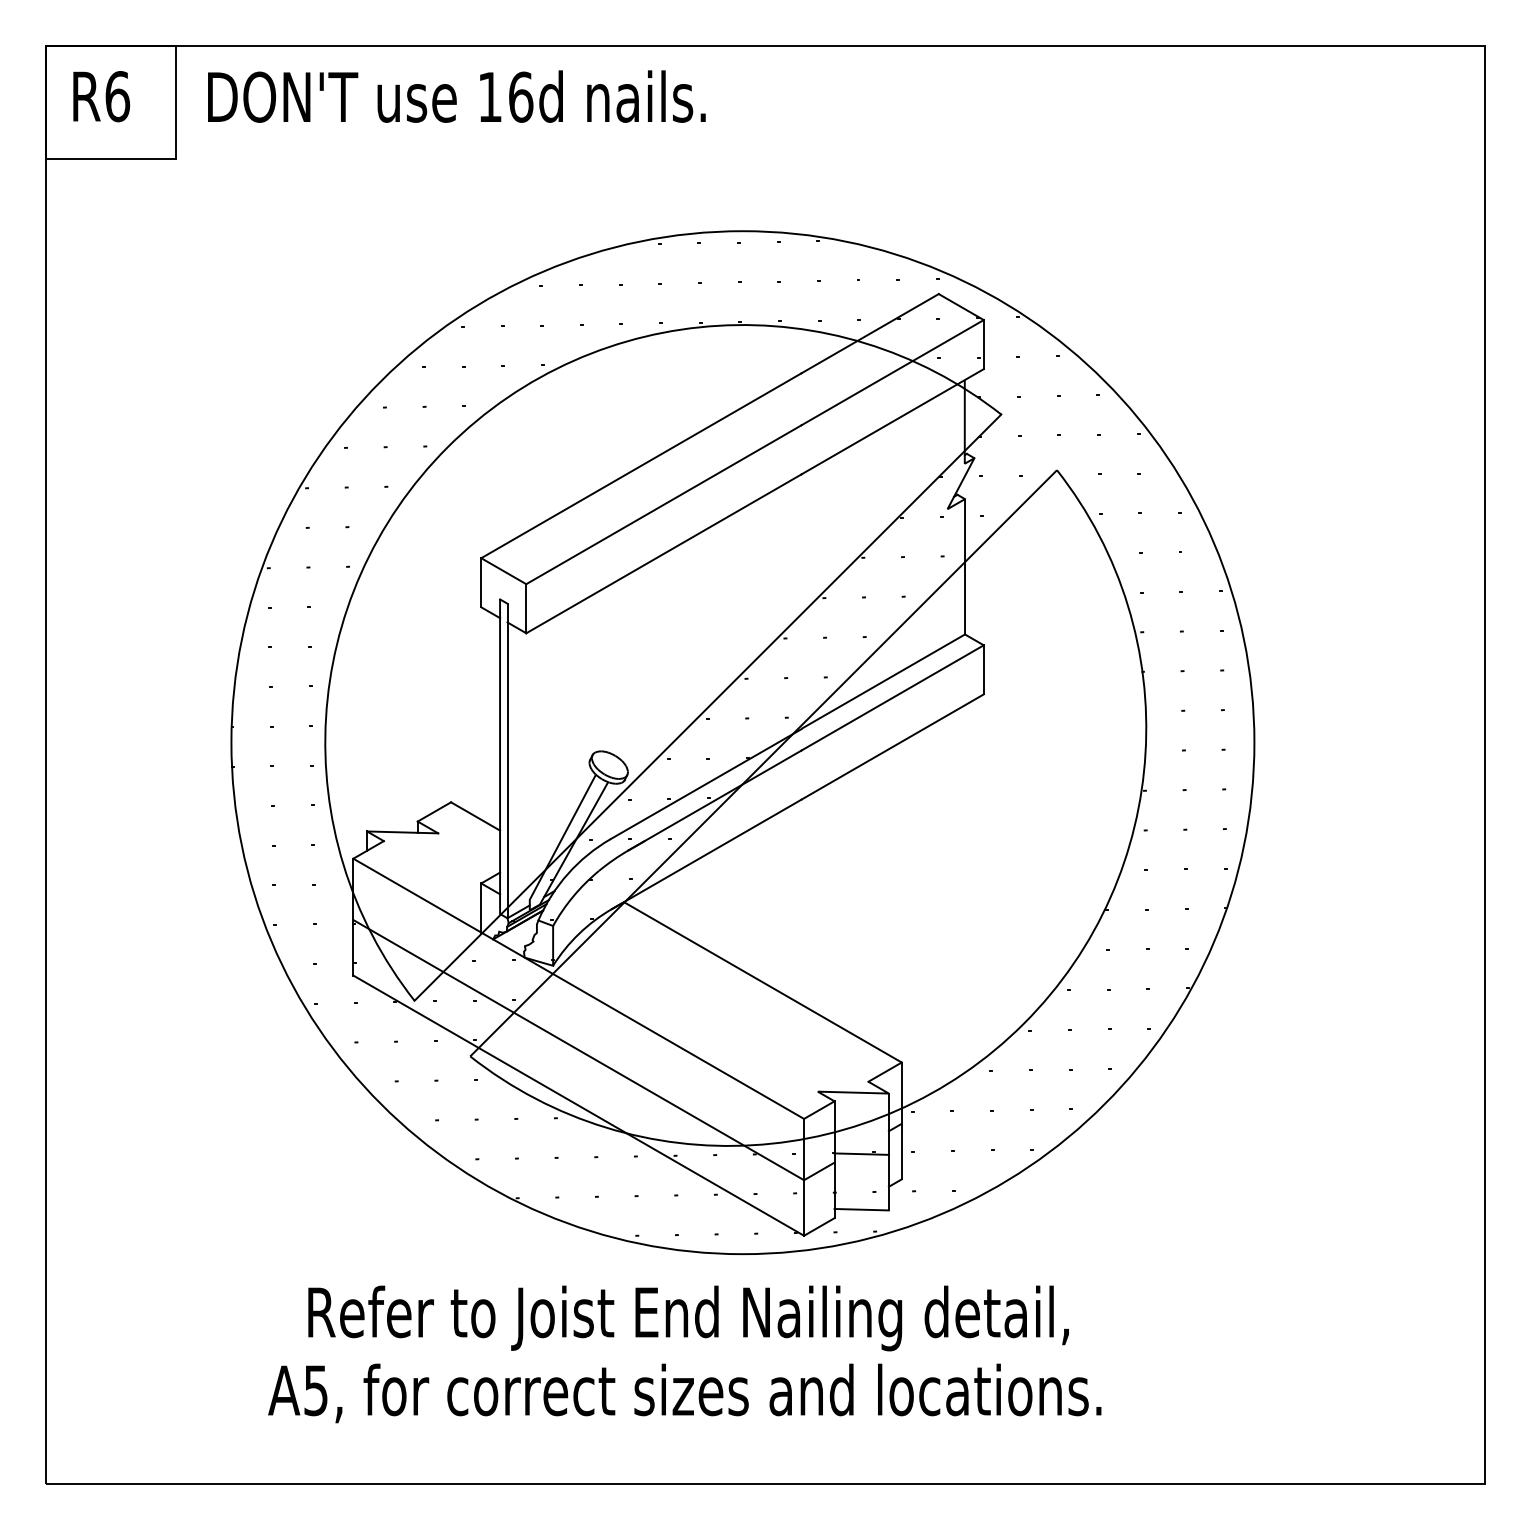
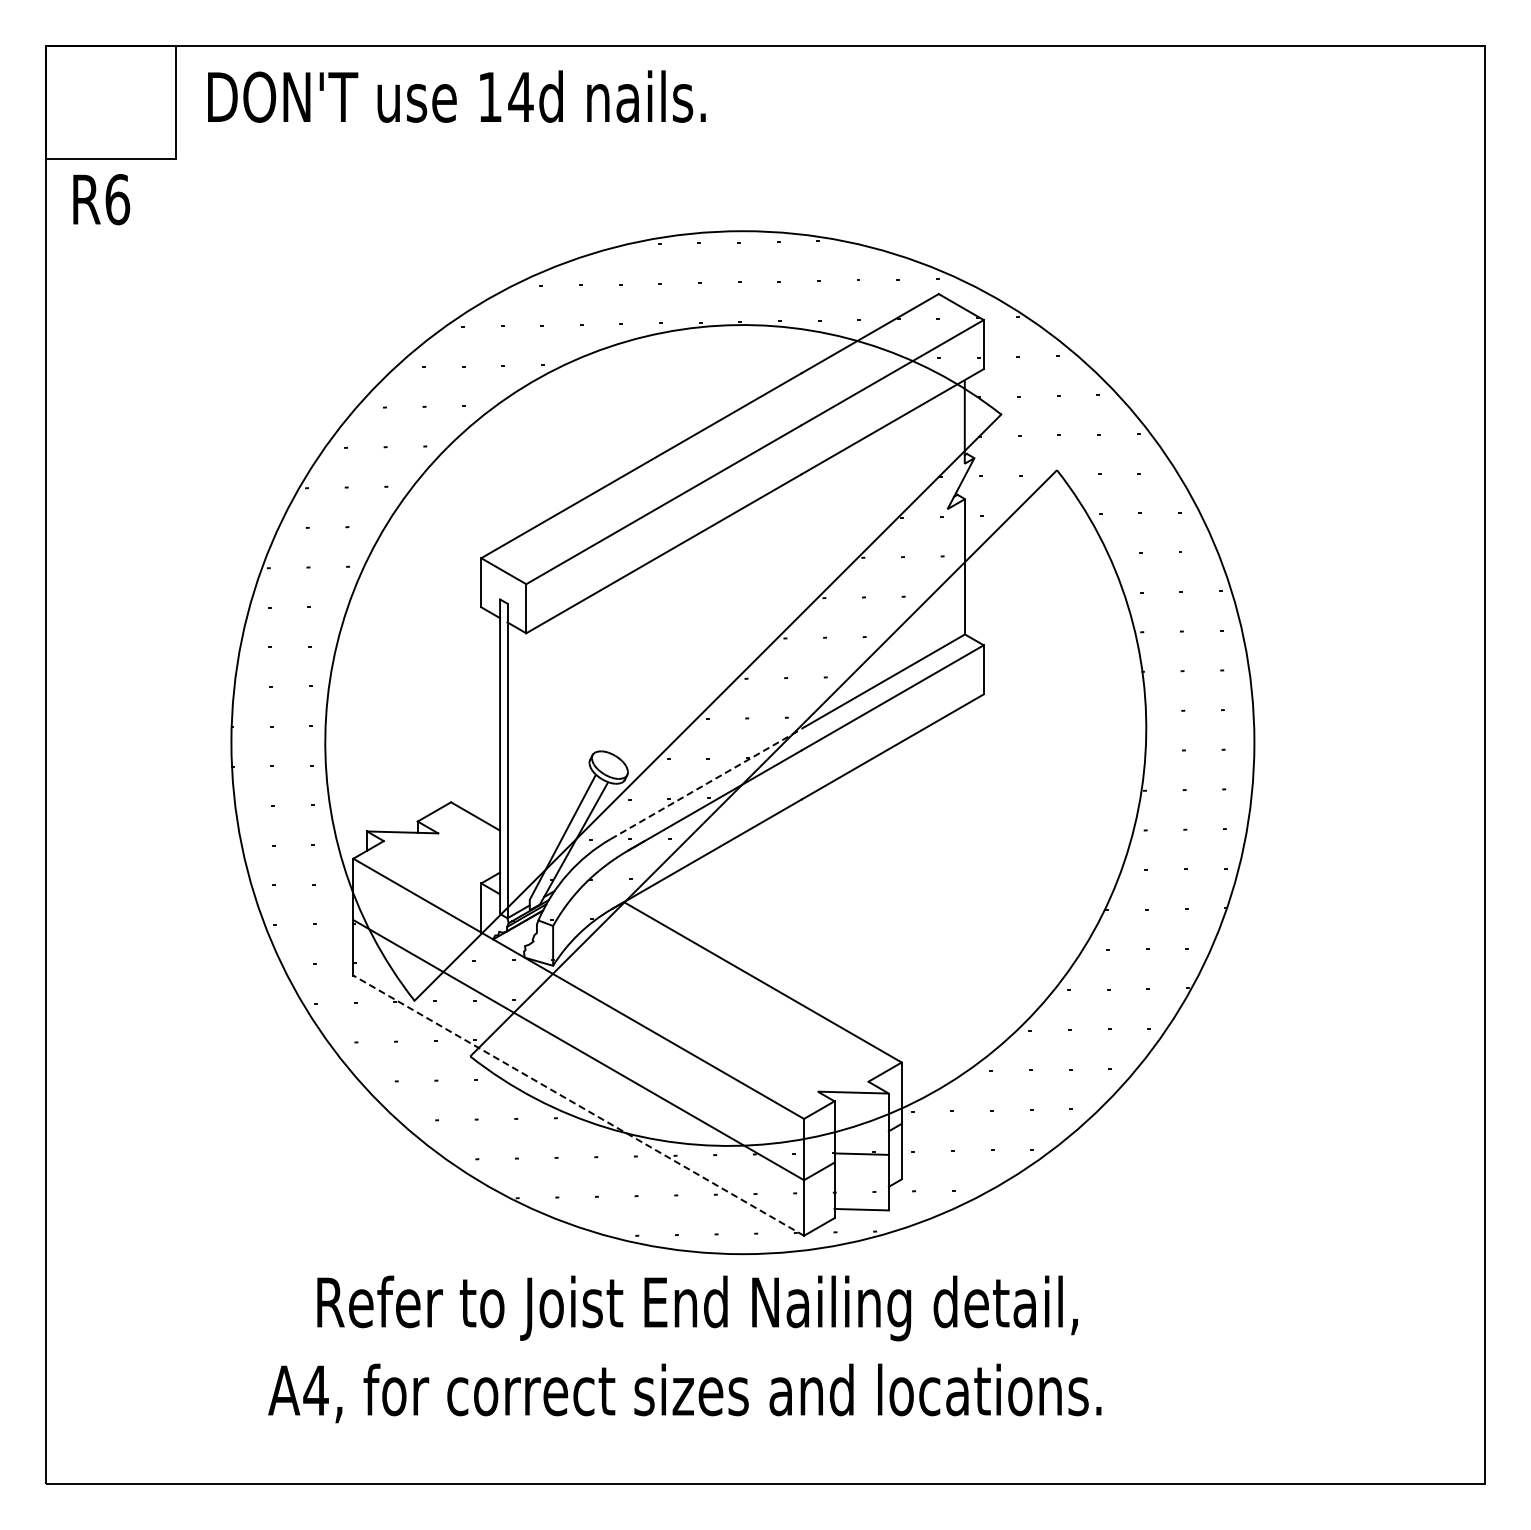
text at (101, 96) position: (101, 96) -> (101, 199)
text at (520, 96): 16d -> 14d
line at (706, 783): solid -> dashed
line at (578, 1105): solid -> dashed
text at (688, 1318) position: (688, 1318) -> (697, 1308)
text at (315, 1390): A5, -> A4,
